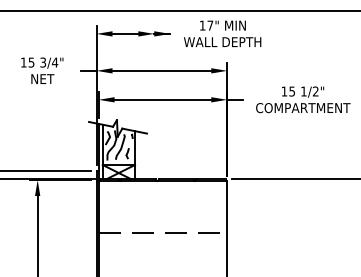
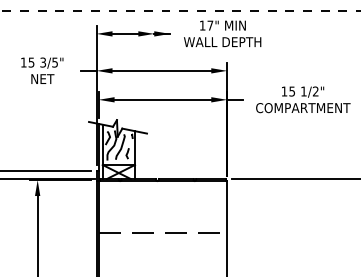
line at (180, 11): solid -> dashed
text at (54, 62): 3/4" -> 3/5"
